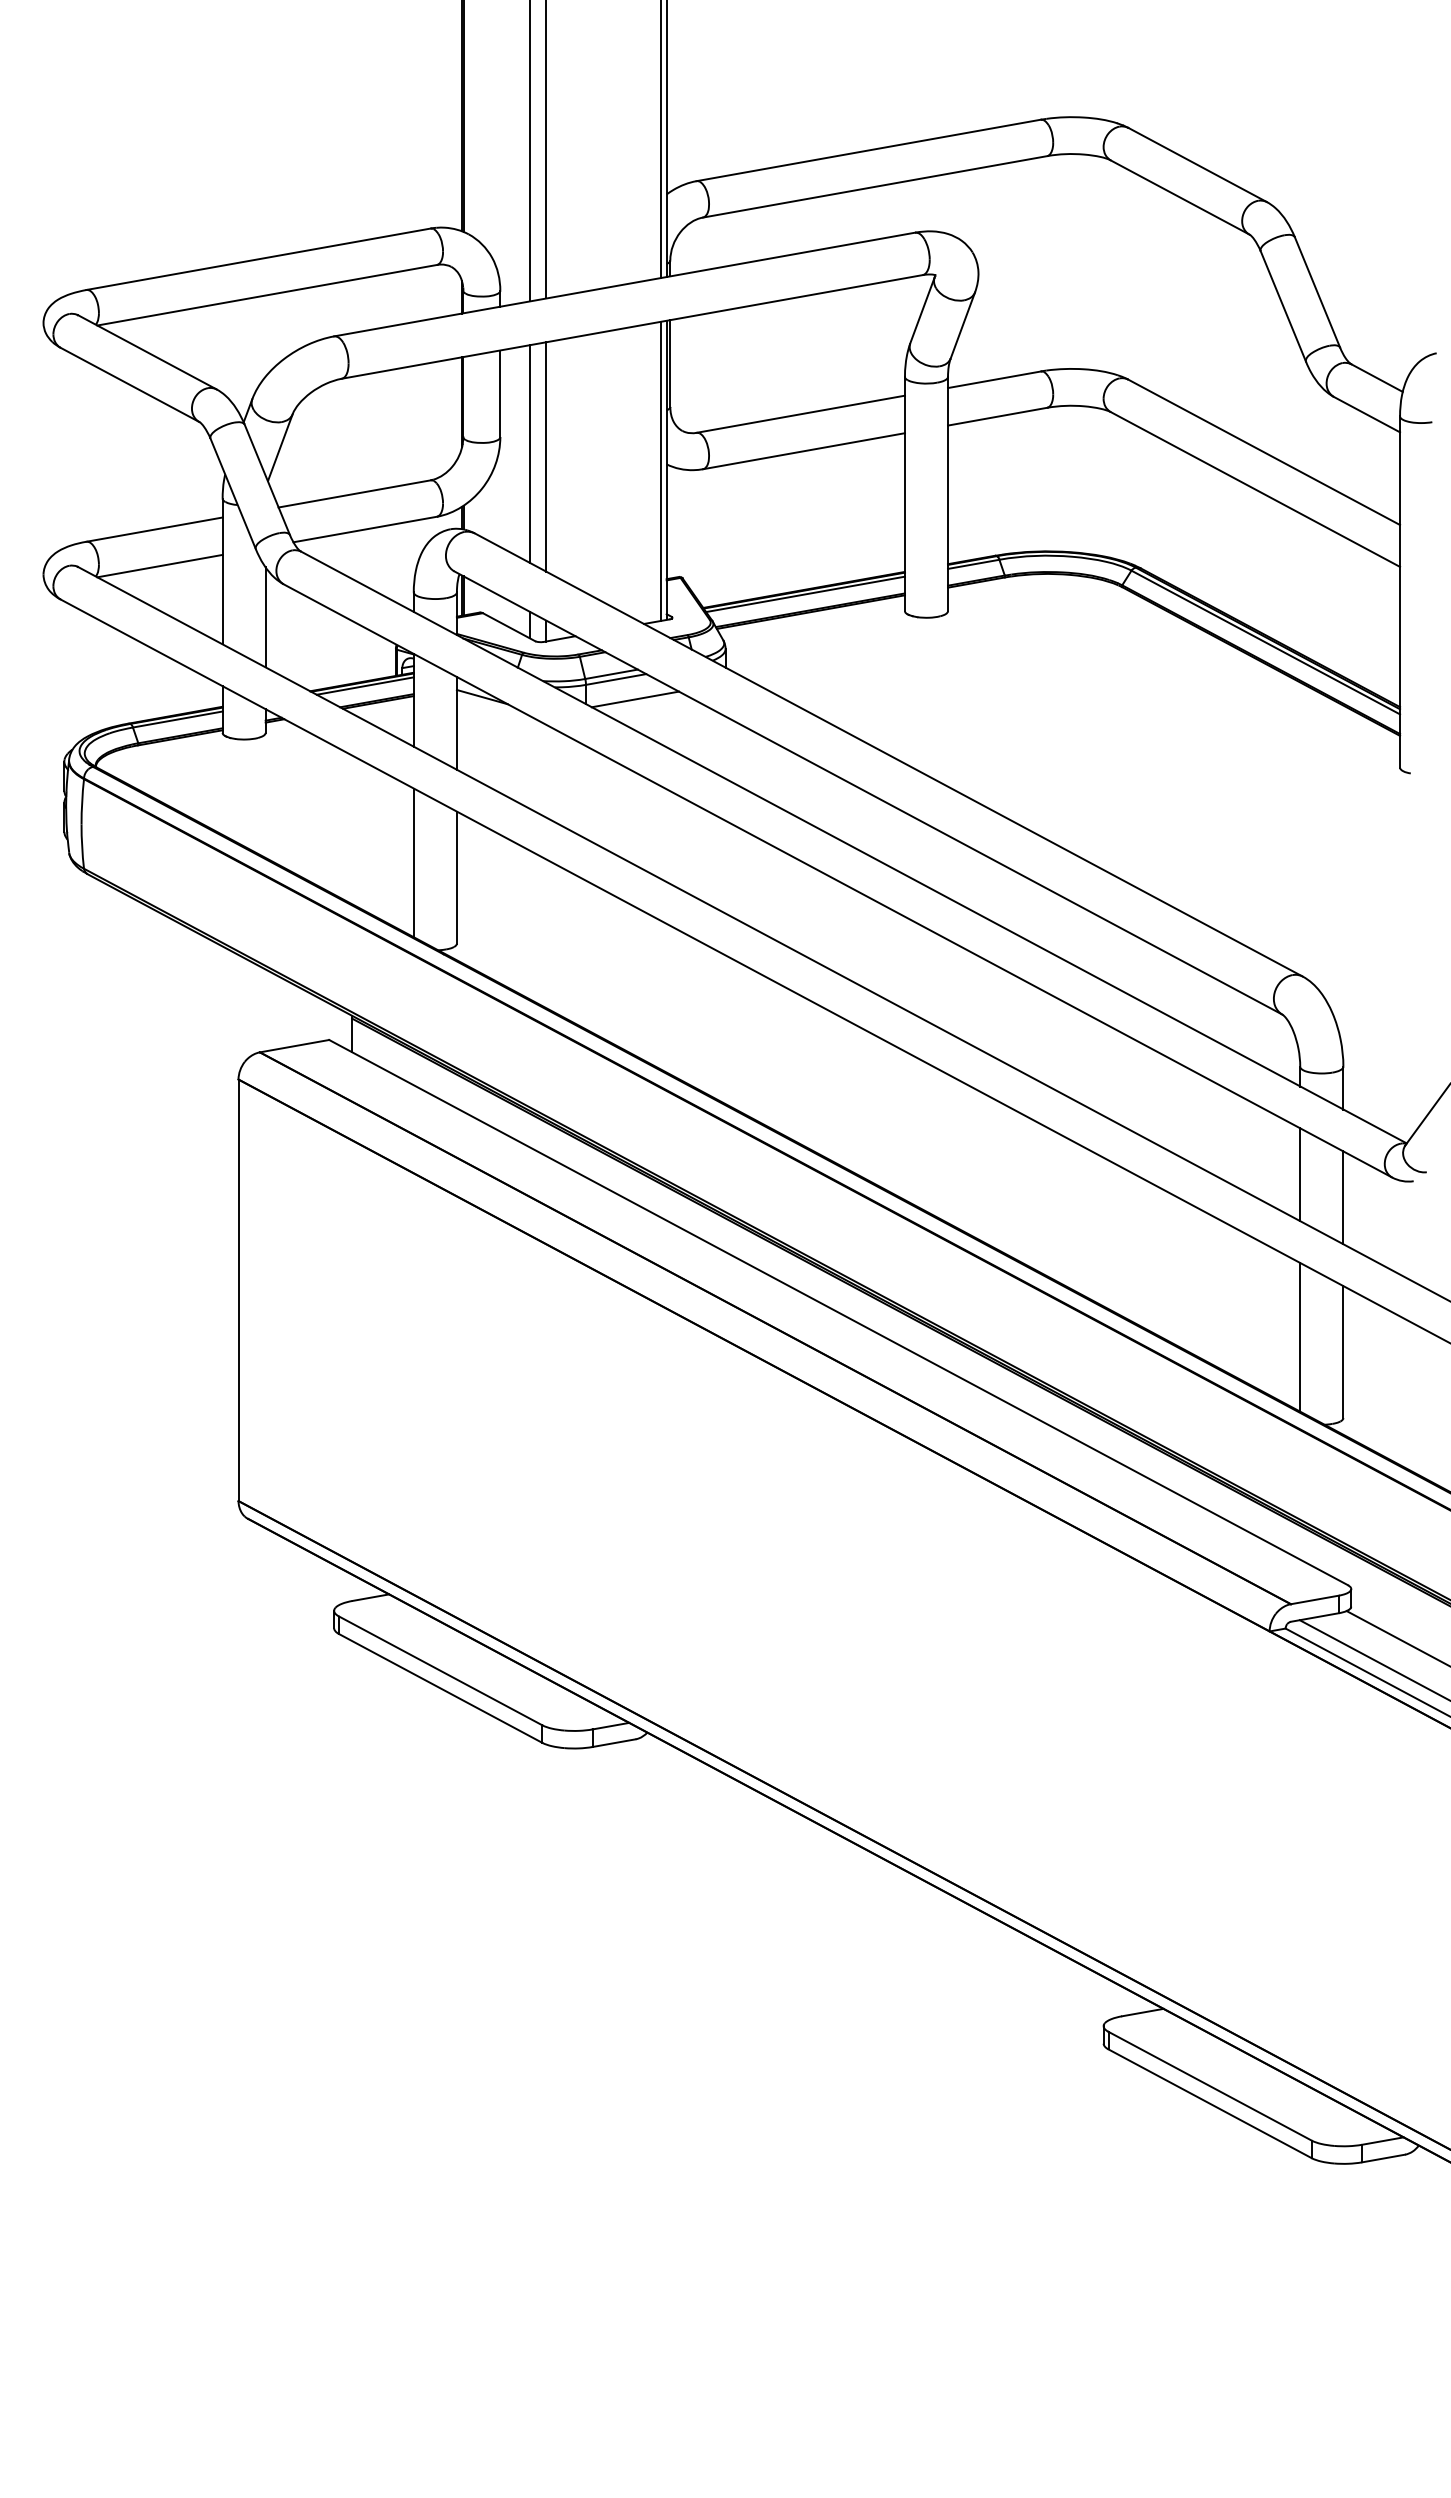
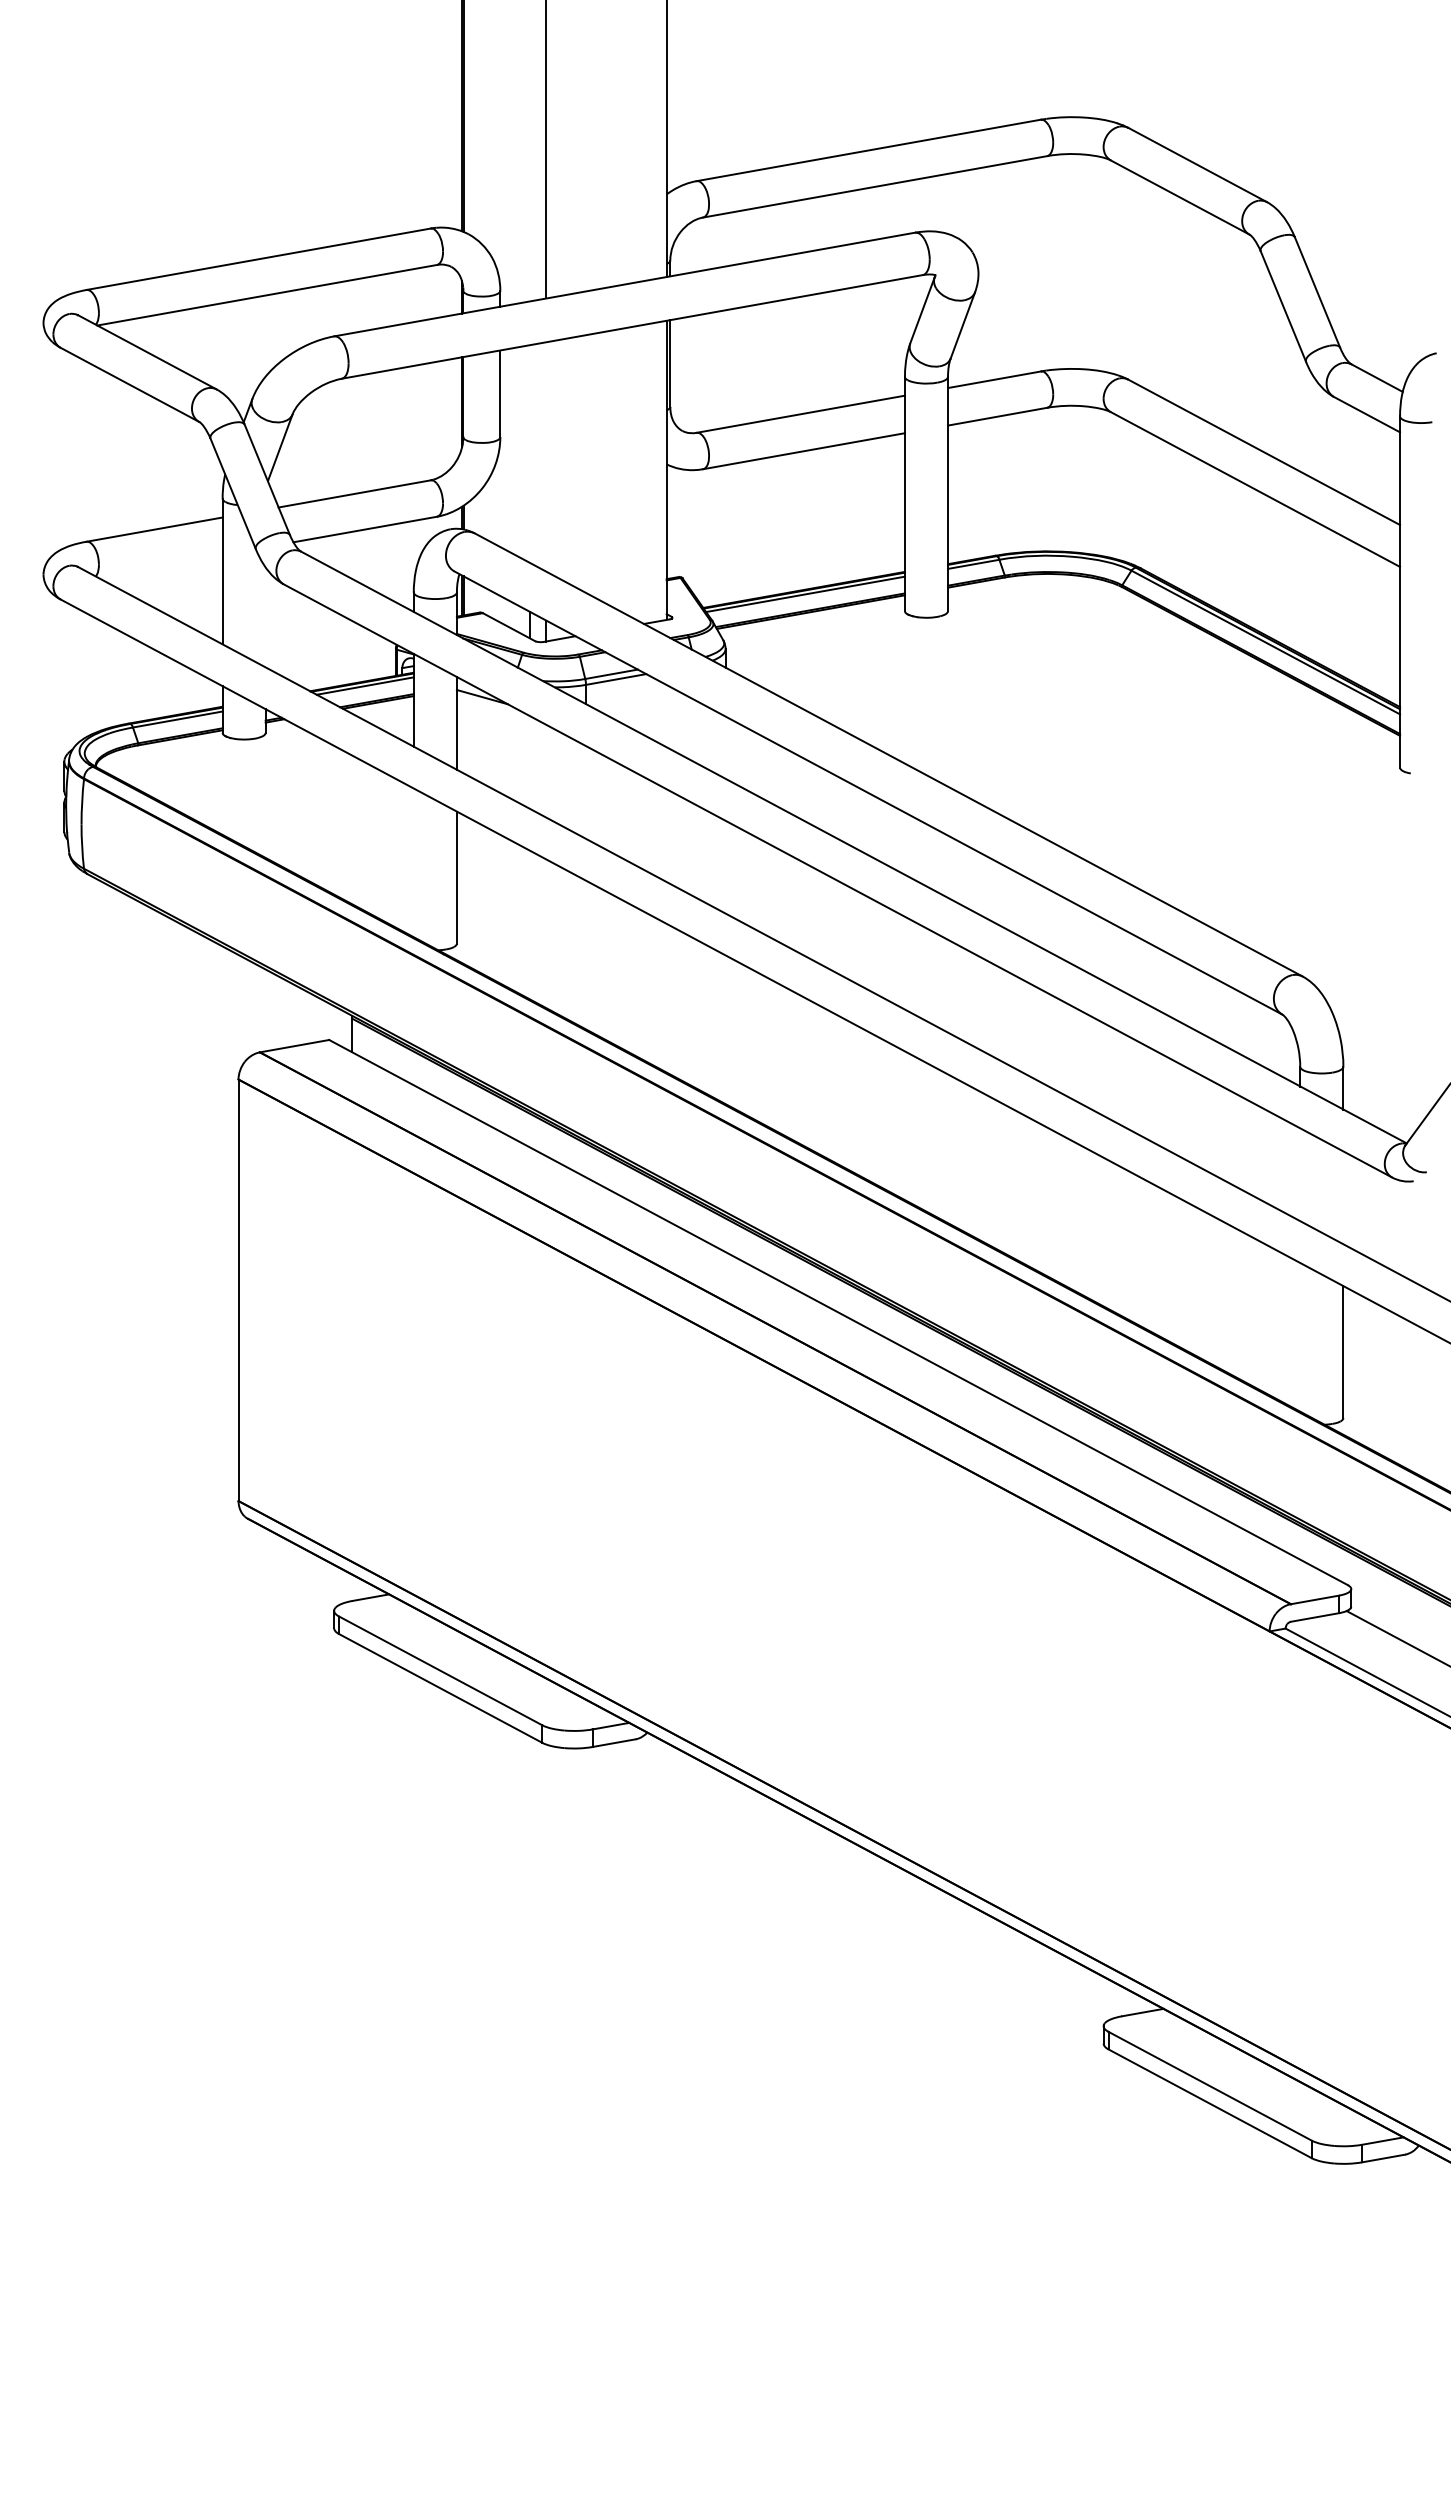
line at (660, 140): present -> none
line at (529, 151): present -> none
line at (529, 453): present -> none
line at (546, 456): present -> none
line at (660, 471): present -> none
line at (159, 565): present -> none
line at (265, 617): present -> none
line at (635, 699): present -> none
line at (413, 862): present -> none
line at (1300, 1174): present -> none
line at (1343, 1197): present -> none
line at (1300, 1337): present -> none
line at (1373, 1659): present -> none
